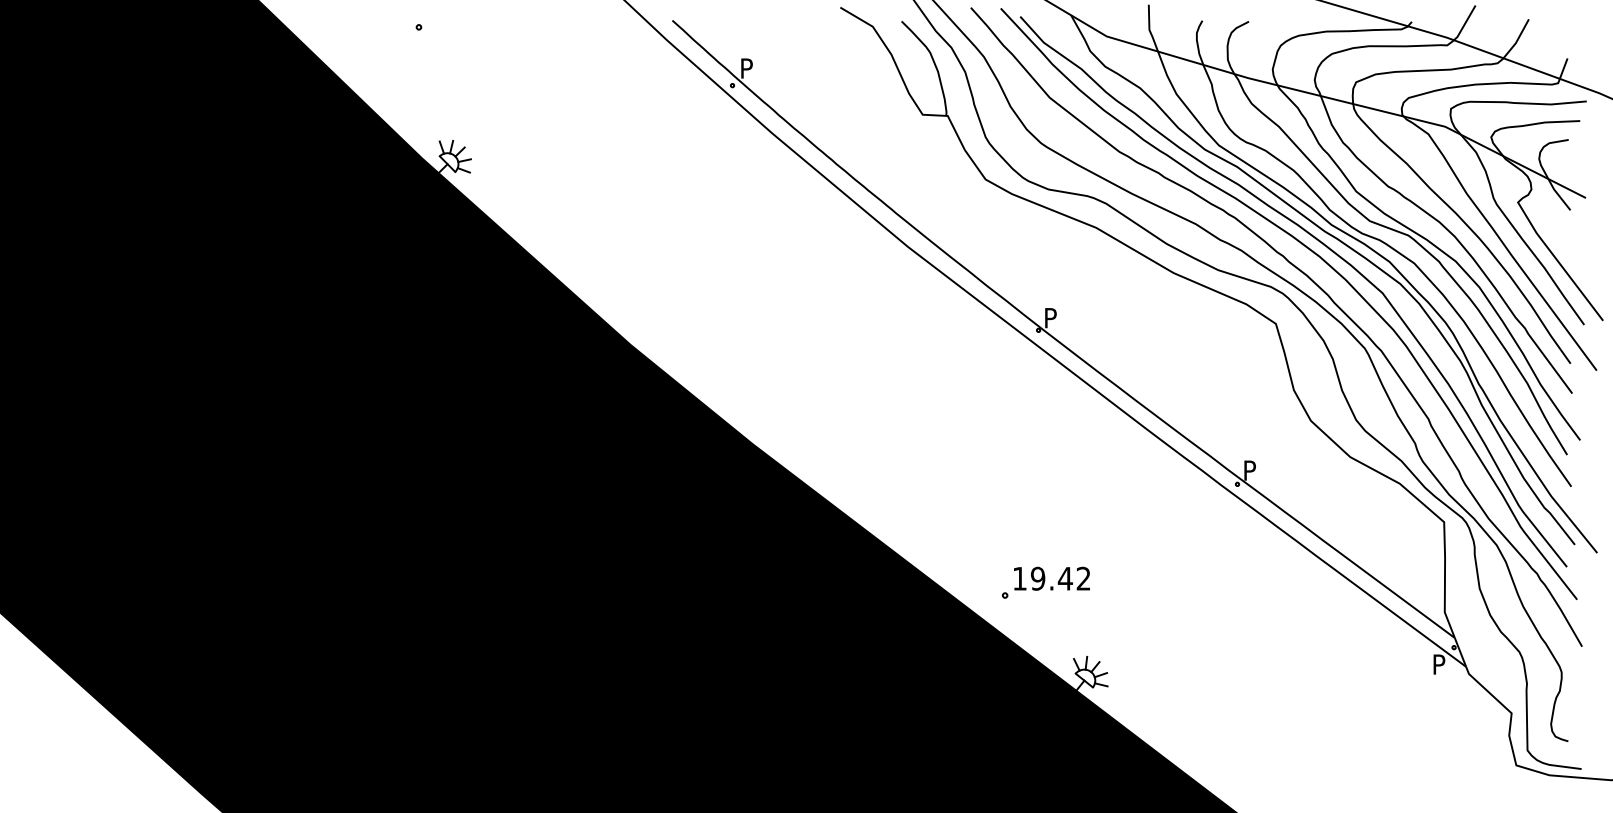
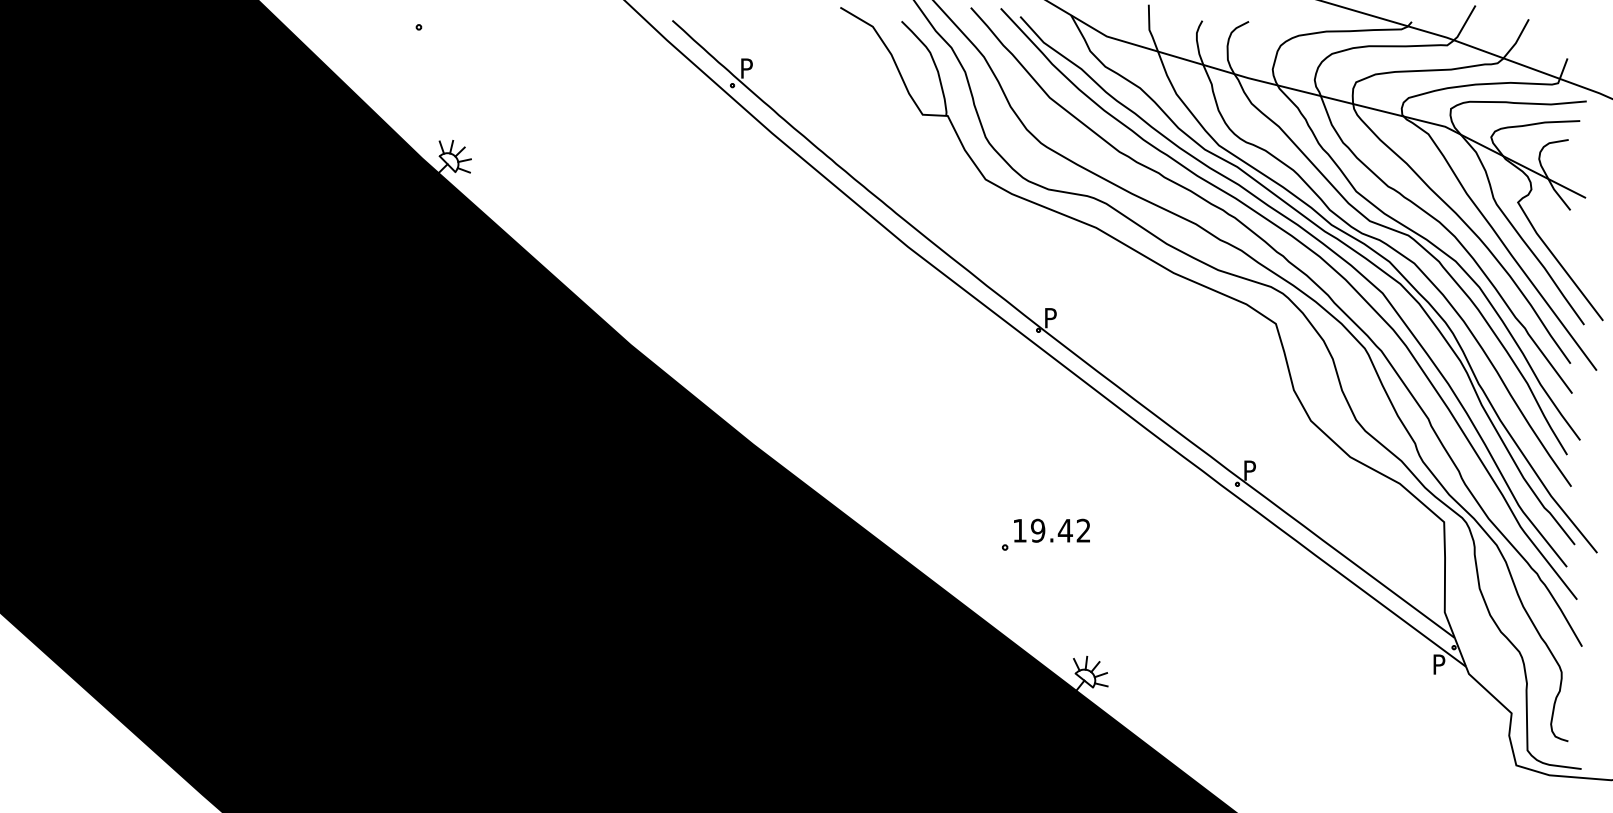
part at (1045, 582) position: (1045, 582) -> (1045, 534)
